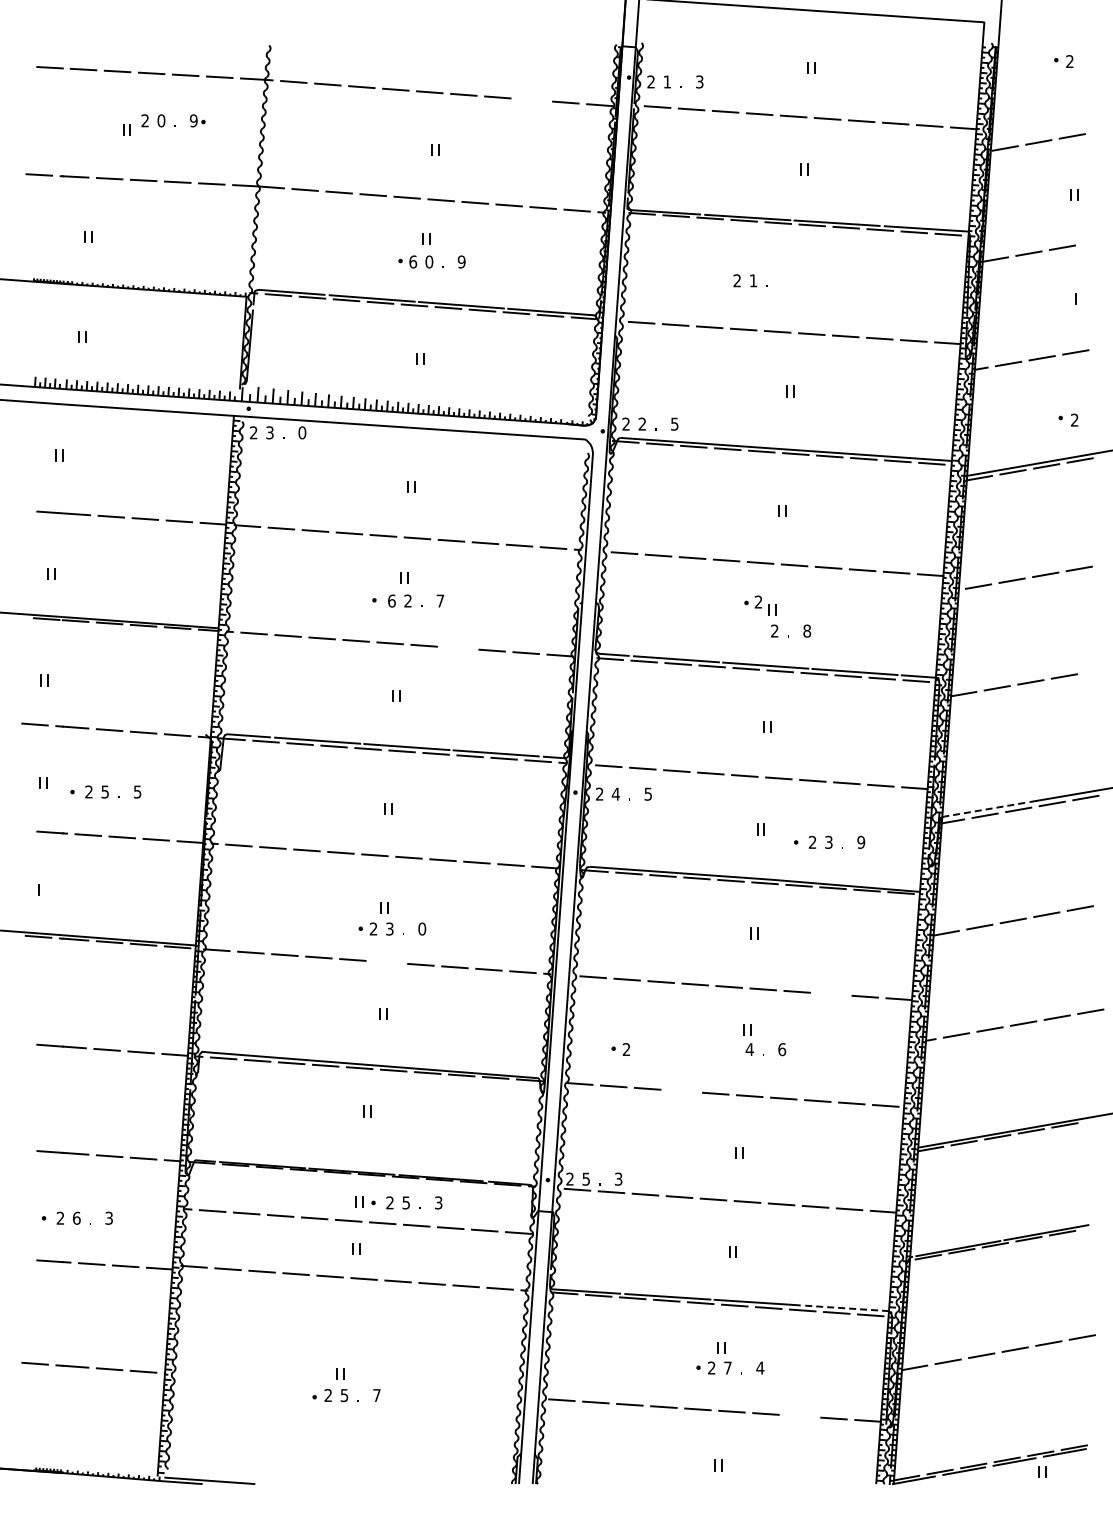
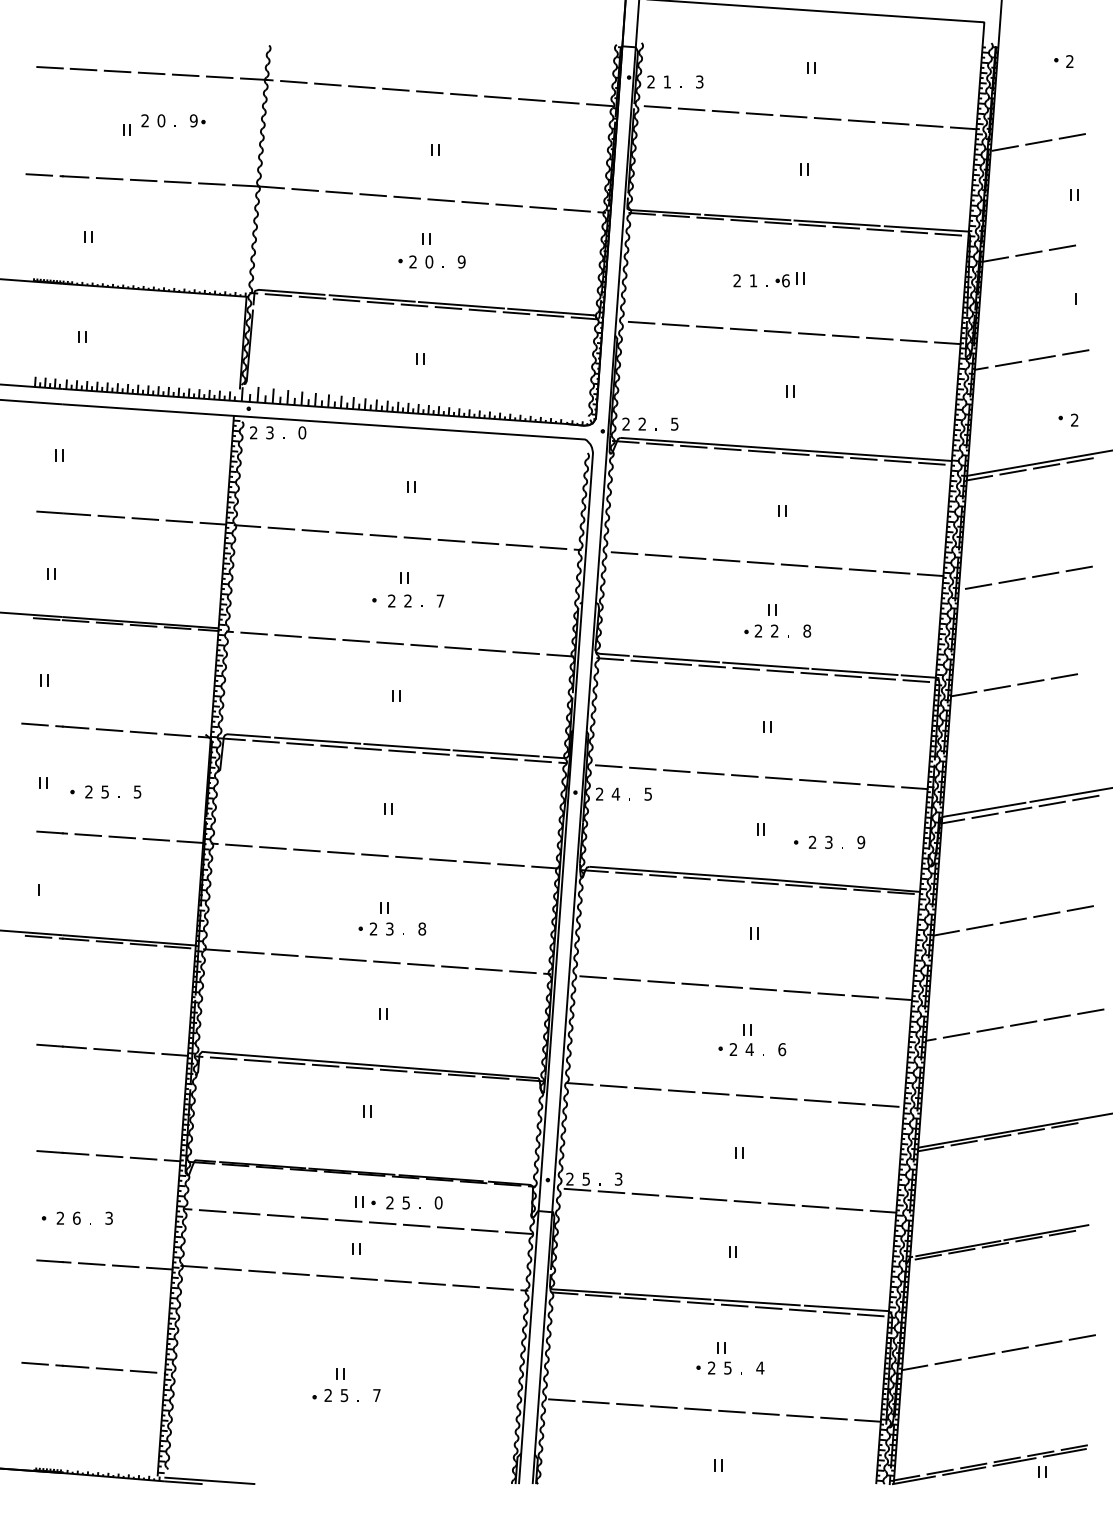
line at (531, 99): none -> present
text at (413, 261): 6 -> 2
part at (789, 279): none -> present
text at (391, 600): 6 -> 2
part at (752, 601) position: (752, 601) -> (752, 630)
line at (457, 648): none -> present
line at (984, 809): dashed -> solid
text at (422, 928): 0 -> 8
line at (386, 962): none -> present
line at (830, 994): none -> present
part at (620, 1049) position: (620, 1049) -> (727, 1049)
line at (681, 1091): none -> present
text at (438, 1202): 3 -> 0
line at (846, 1308): dashed -> solid
text at (727, 1367): 7 -> 5
line at (799, 1416): none -> present
